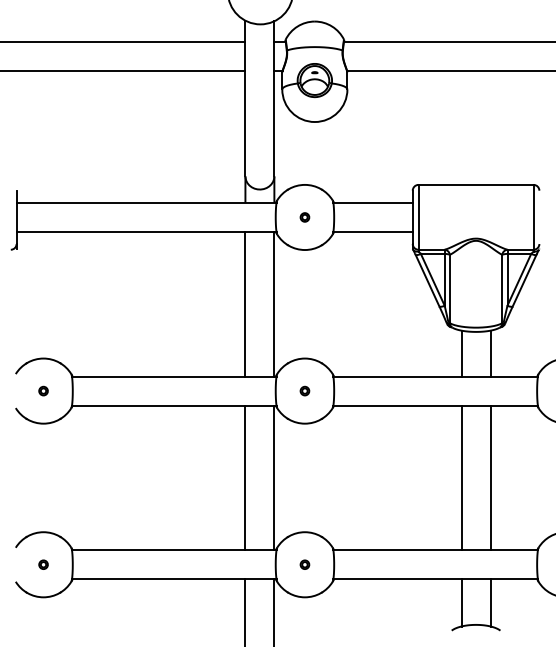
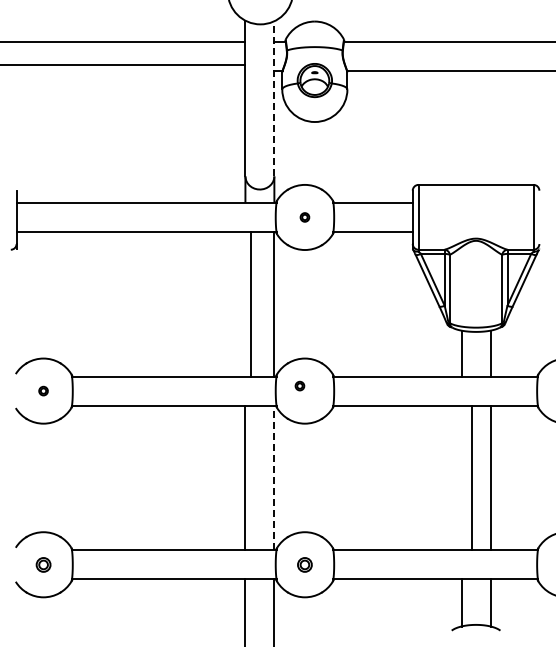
line at (123, 71) position: (123, 71) -> (123, 65)
line at (274, 98): solid -> dashed
line at (245, 303) position: (245, 303) -> (251, 303)
part at (304, 390) position: (304, 390) -> (299, 385)
line at (274, 477): solid -> dashed
line at (461, 477) position: (461, 477) -> (471, 477)
part at (43, 564) size: 11x11 px -> 17x16 px
part at (304, 564) size: 12x11 px -> 16x16 px
